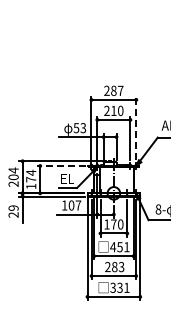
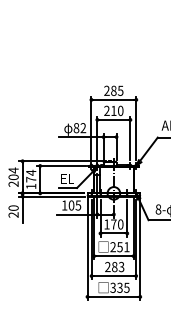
text at (120, 90): 287 -> 285
line at (136, 127): dashed -> solid
text at (79, 128): 53 -> 82
line at (60, 165): dashed -> solid
text at (78, 205): 107 -> 105
text at (13, 207): 29 -> 20
text at (113, 247): 451 -> 251
text at (126, 287): 331 -> 335
